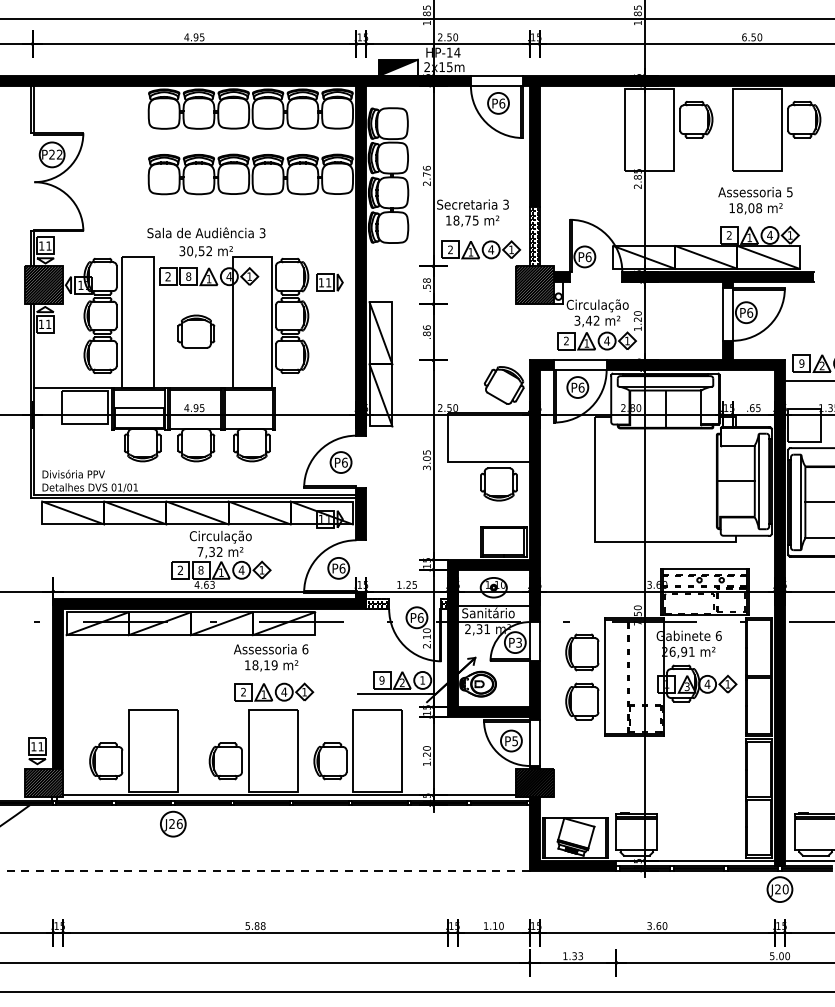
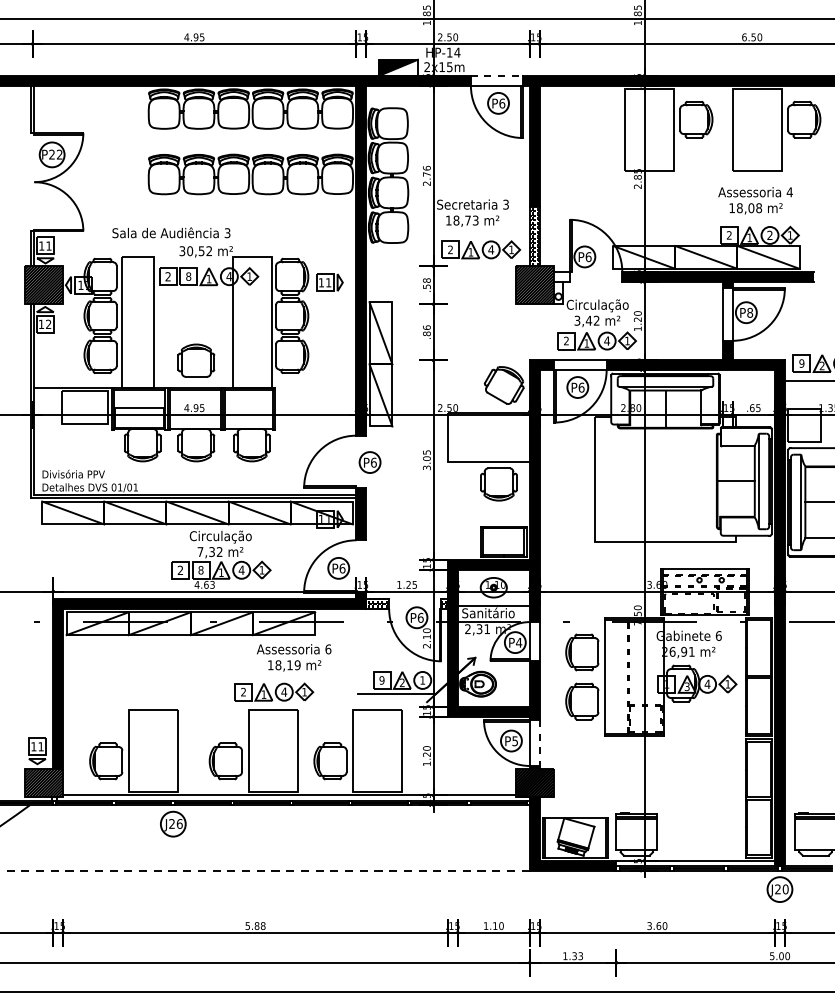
line at (497, 75): solid -> dashed
text at (789, 192): 5 -> 4
text at (475, 219): 18,75 -> 18,73
text at (206, 232) position: (206, 232) -> (171, 232)
text at (769, 234): 4 -> 2
fill at (561, 276): present -> none
text at (750, 312): P6 -> P8
text at (48, 323): 11 -> 12
part at (196, 331) position: (196, 331) -> (196, 360)
part at (340, 462) position: (340, 462) -> (369, 462)
text at (518, 642): P3 -> P4
text at (271, 657) position: (271, 657) -> (294, 657)
line at (539, 743): solid -> dashed
line at (807, 860): present -> none
